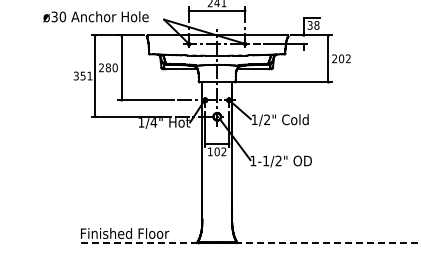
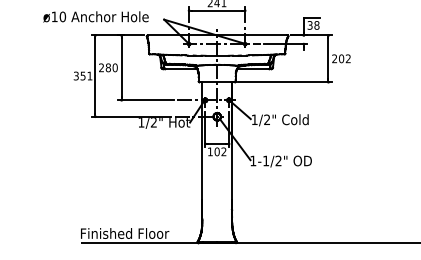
text at (54, 16): ø30 -> ø10
text at (153, 122): 1/4" -> 1/2"
line at (250, 243): dashed -> solid
